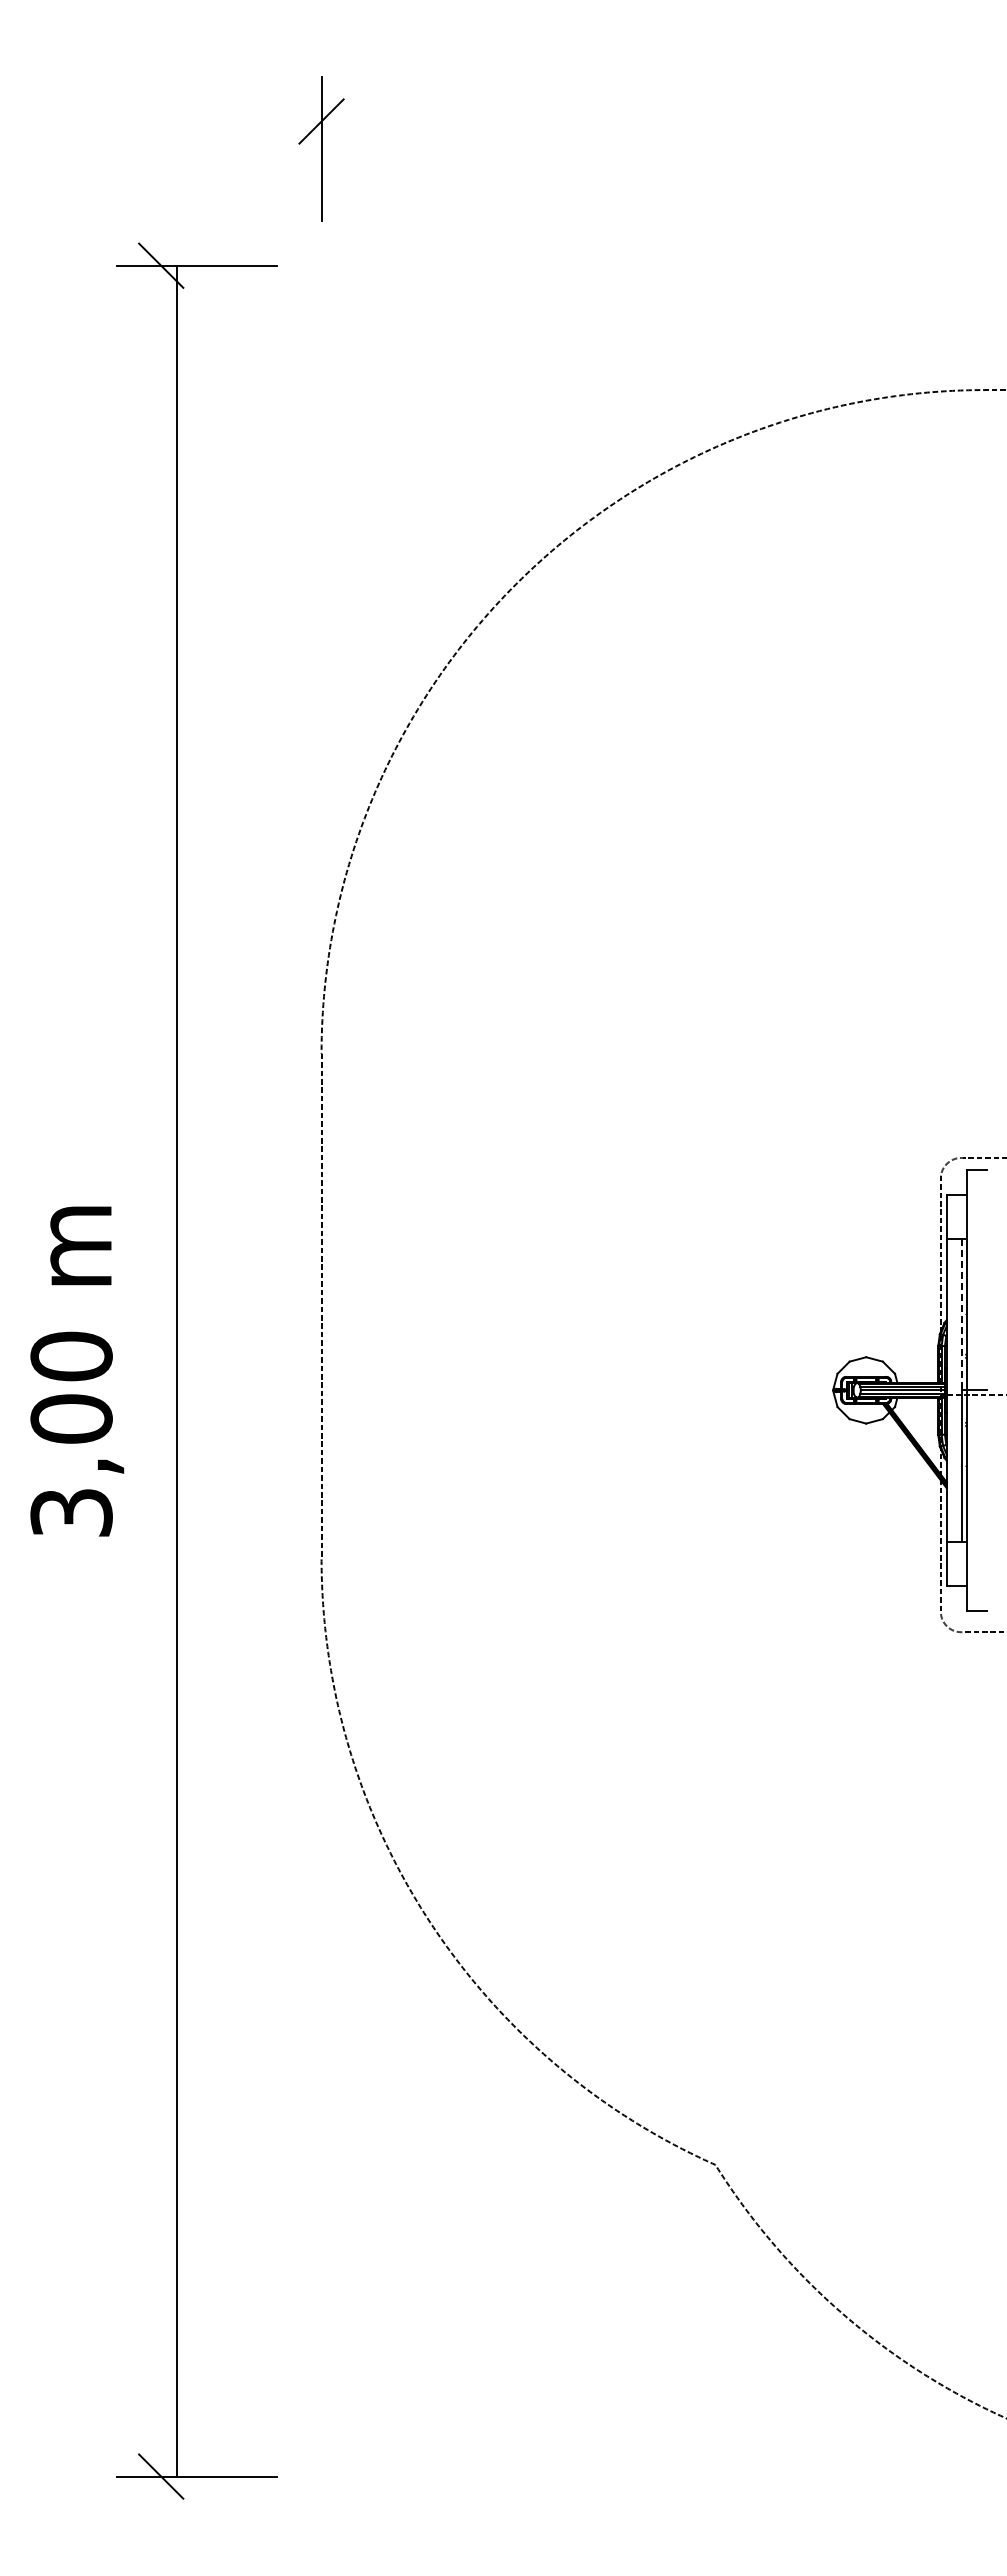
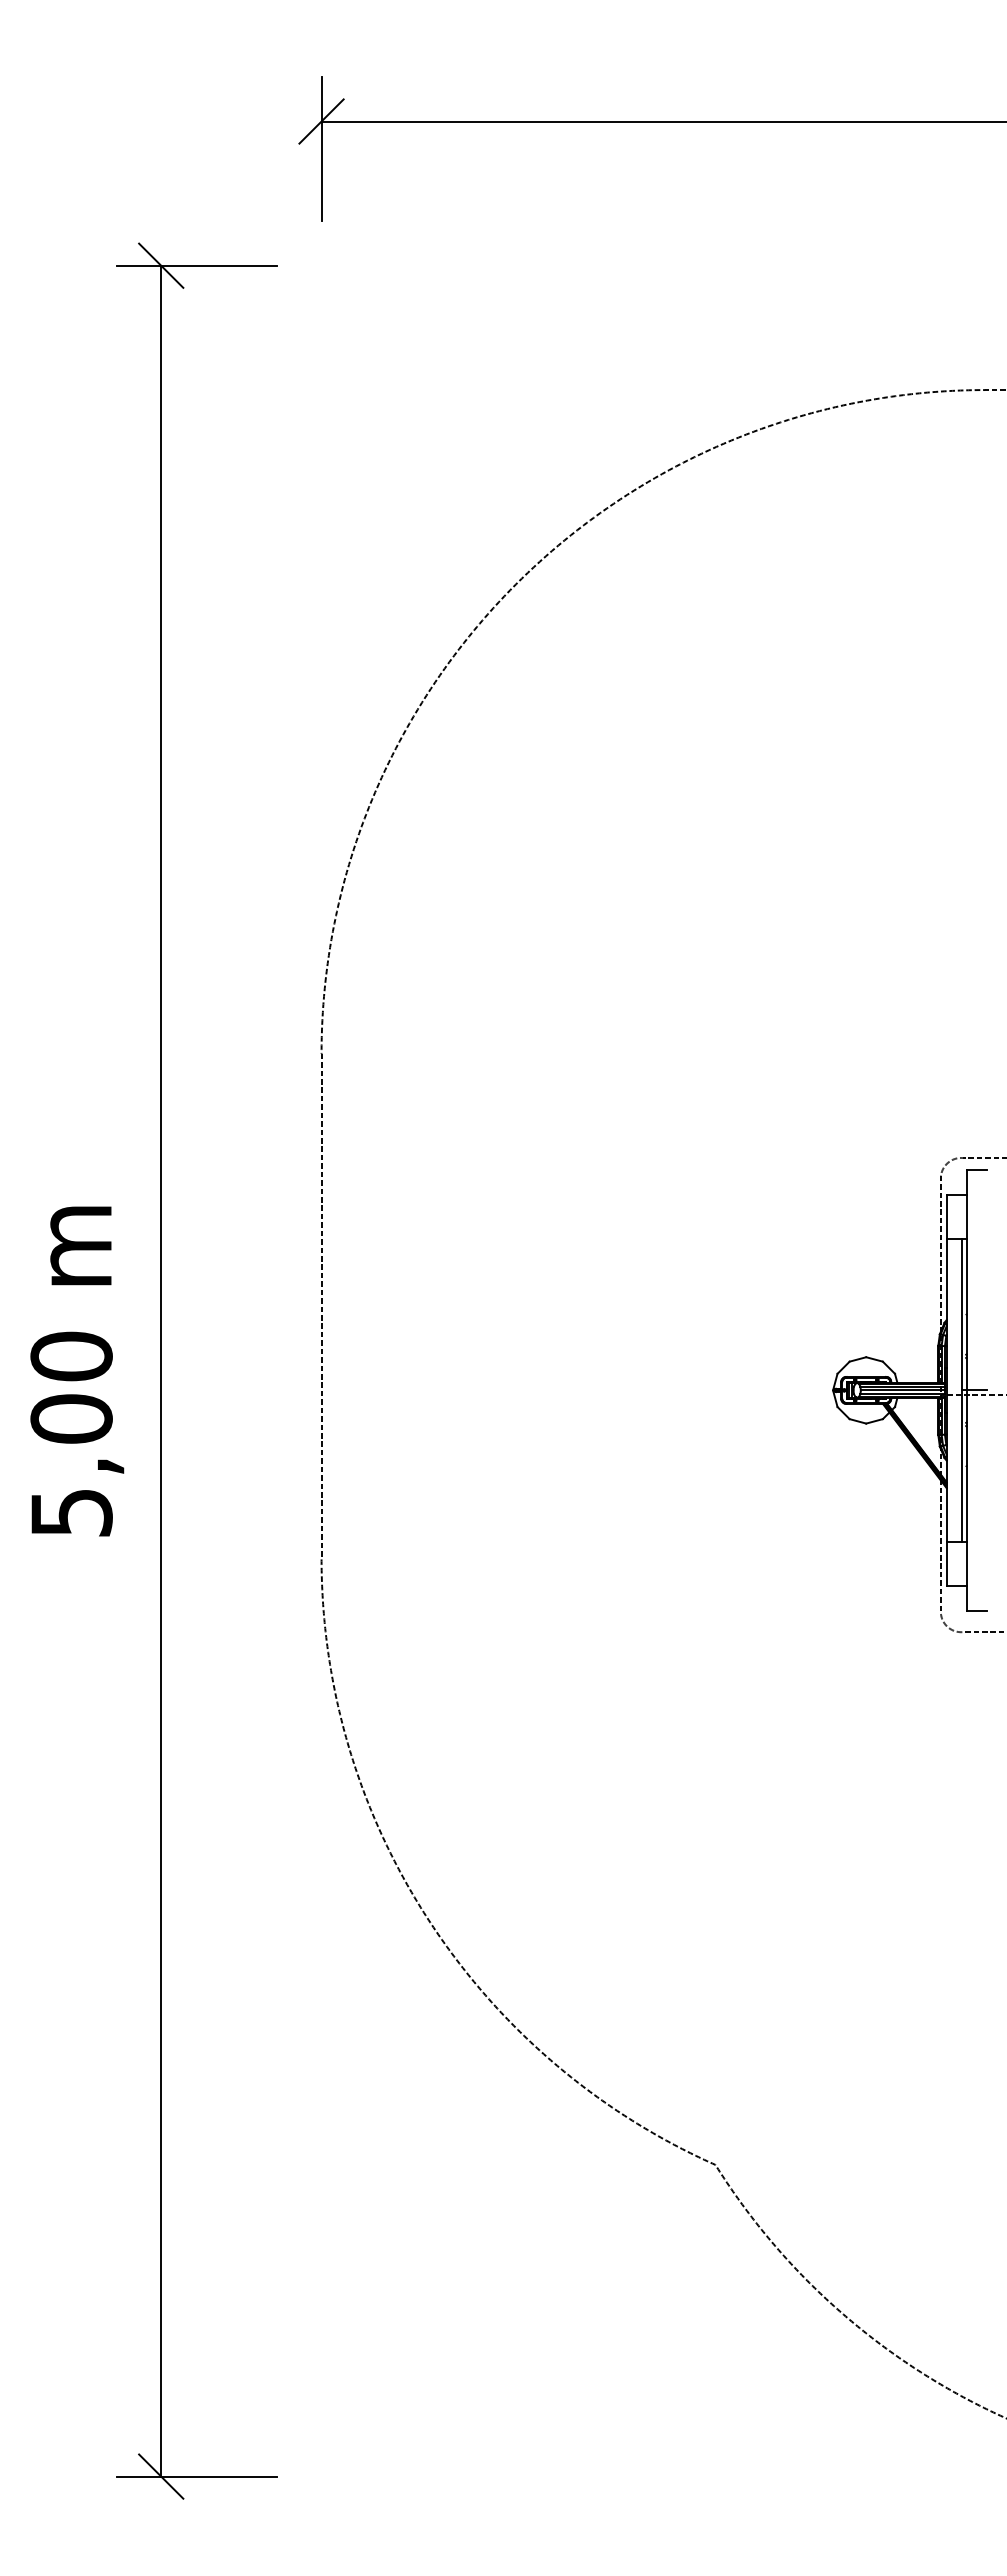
line at (662, 121): none -> present
line at (962, 1314): dashed -> solid
line at (177, 1370) position: (177, 1370) -> (161, 1370)
text at (71, 1512): 3,00 -> 5,00
